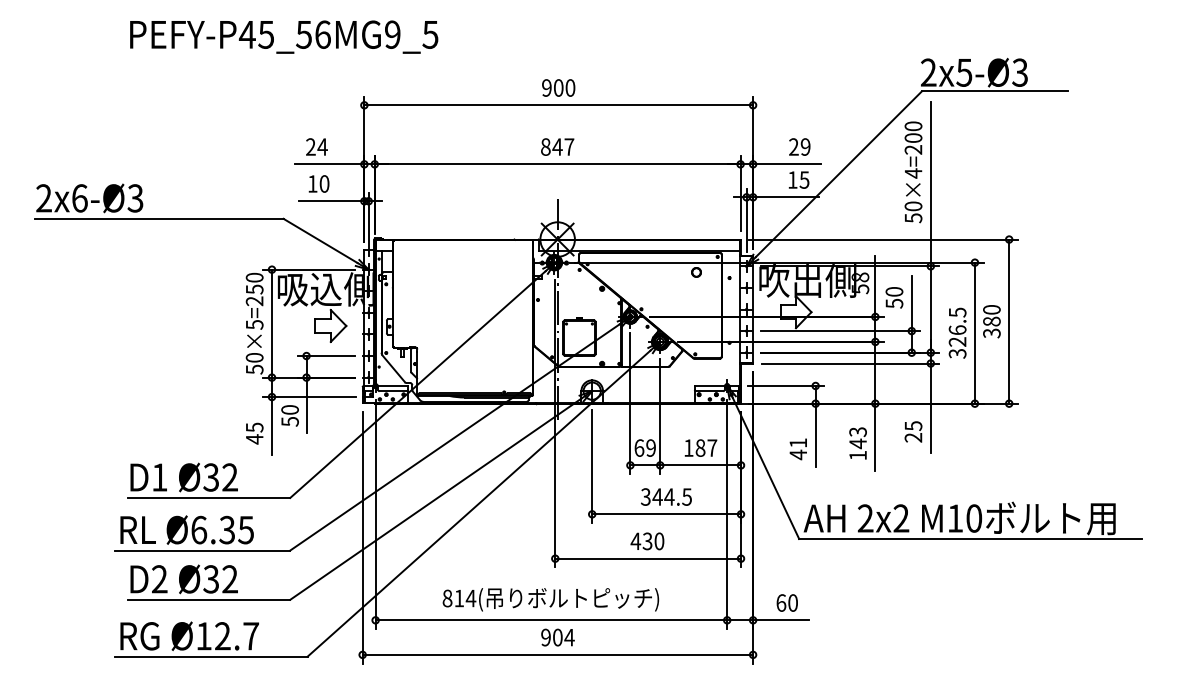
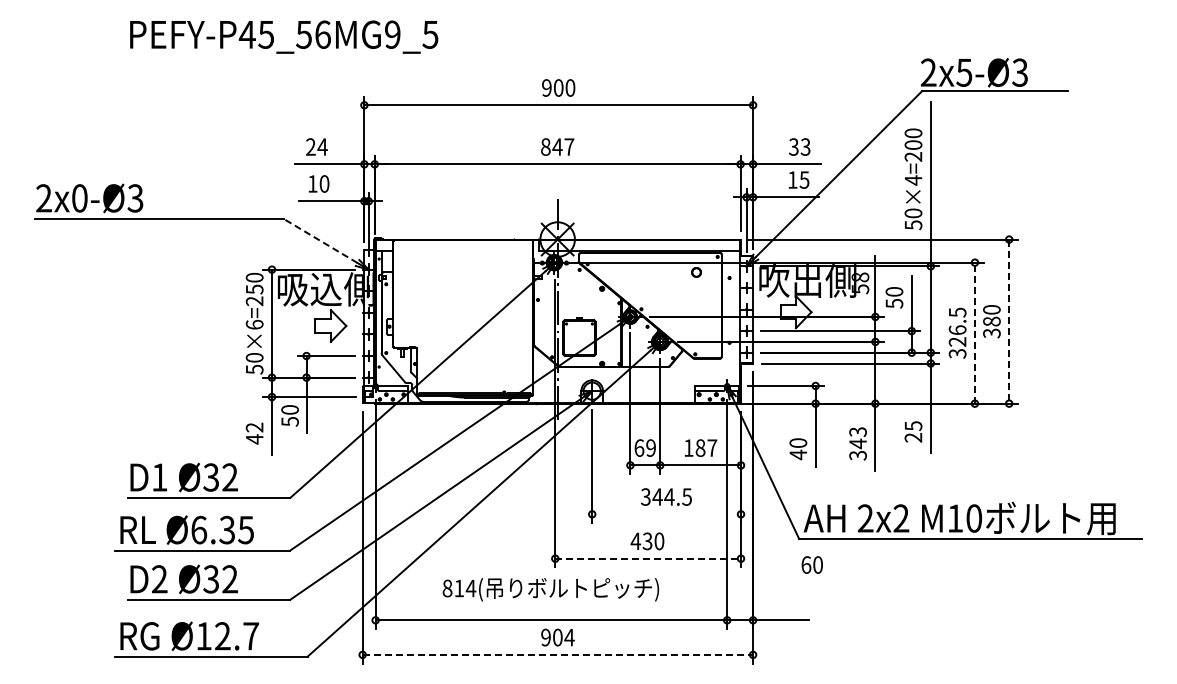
text at (799, 146): 29 -> 33
text at (913, 172) position: (913, 172) -> (913, 179)
text at (79, 198): 2x6-Ø3 -> 2x0-Ø3
line at (320, 240): solid -> dashed
line at (1009, 322): solid -> dashed
text at (254, 324): 50×5=250 -> 50×6=250
line at (974, 333): solid -> dashed
text at (254, 427): 45 -> 42
text at (798, 442): 41 -> 40
text at (857, 455): 143 -> 343
line at (666, 514): present -> none
line at (648, 558): solid -> dashed
text at (550, 599) position: (550, 599) -> (550, 589)
text at (786, 602) position: (786, 602) -> (811, 564)
line at (558, 654): solid -> dashed
